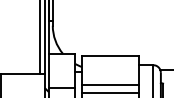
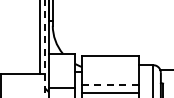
line at (44, 48): solid -> dashed
line at (110, 85): solid -> dashed
